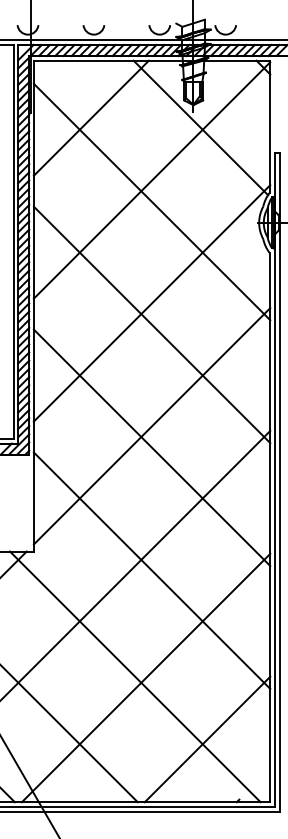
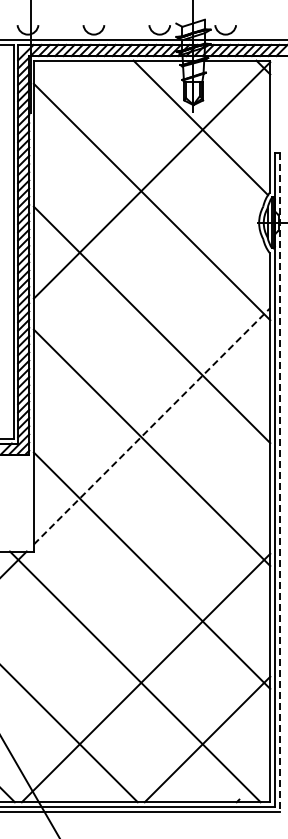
line at (90, 117): present -> none
line at (151, 303): present -> none
line at (152, 425): solid -> dashed
line at (279, 482): solid -> dashed
line at (136, 564): present -> none
